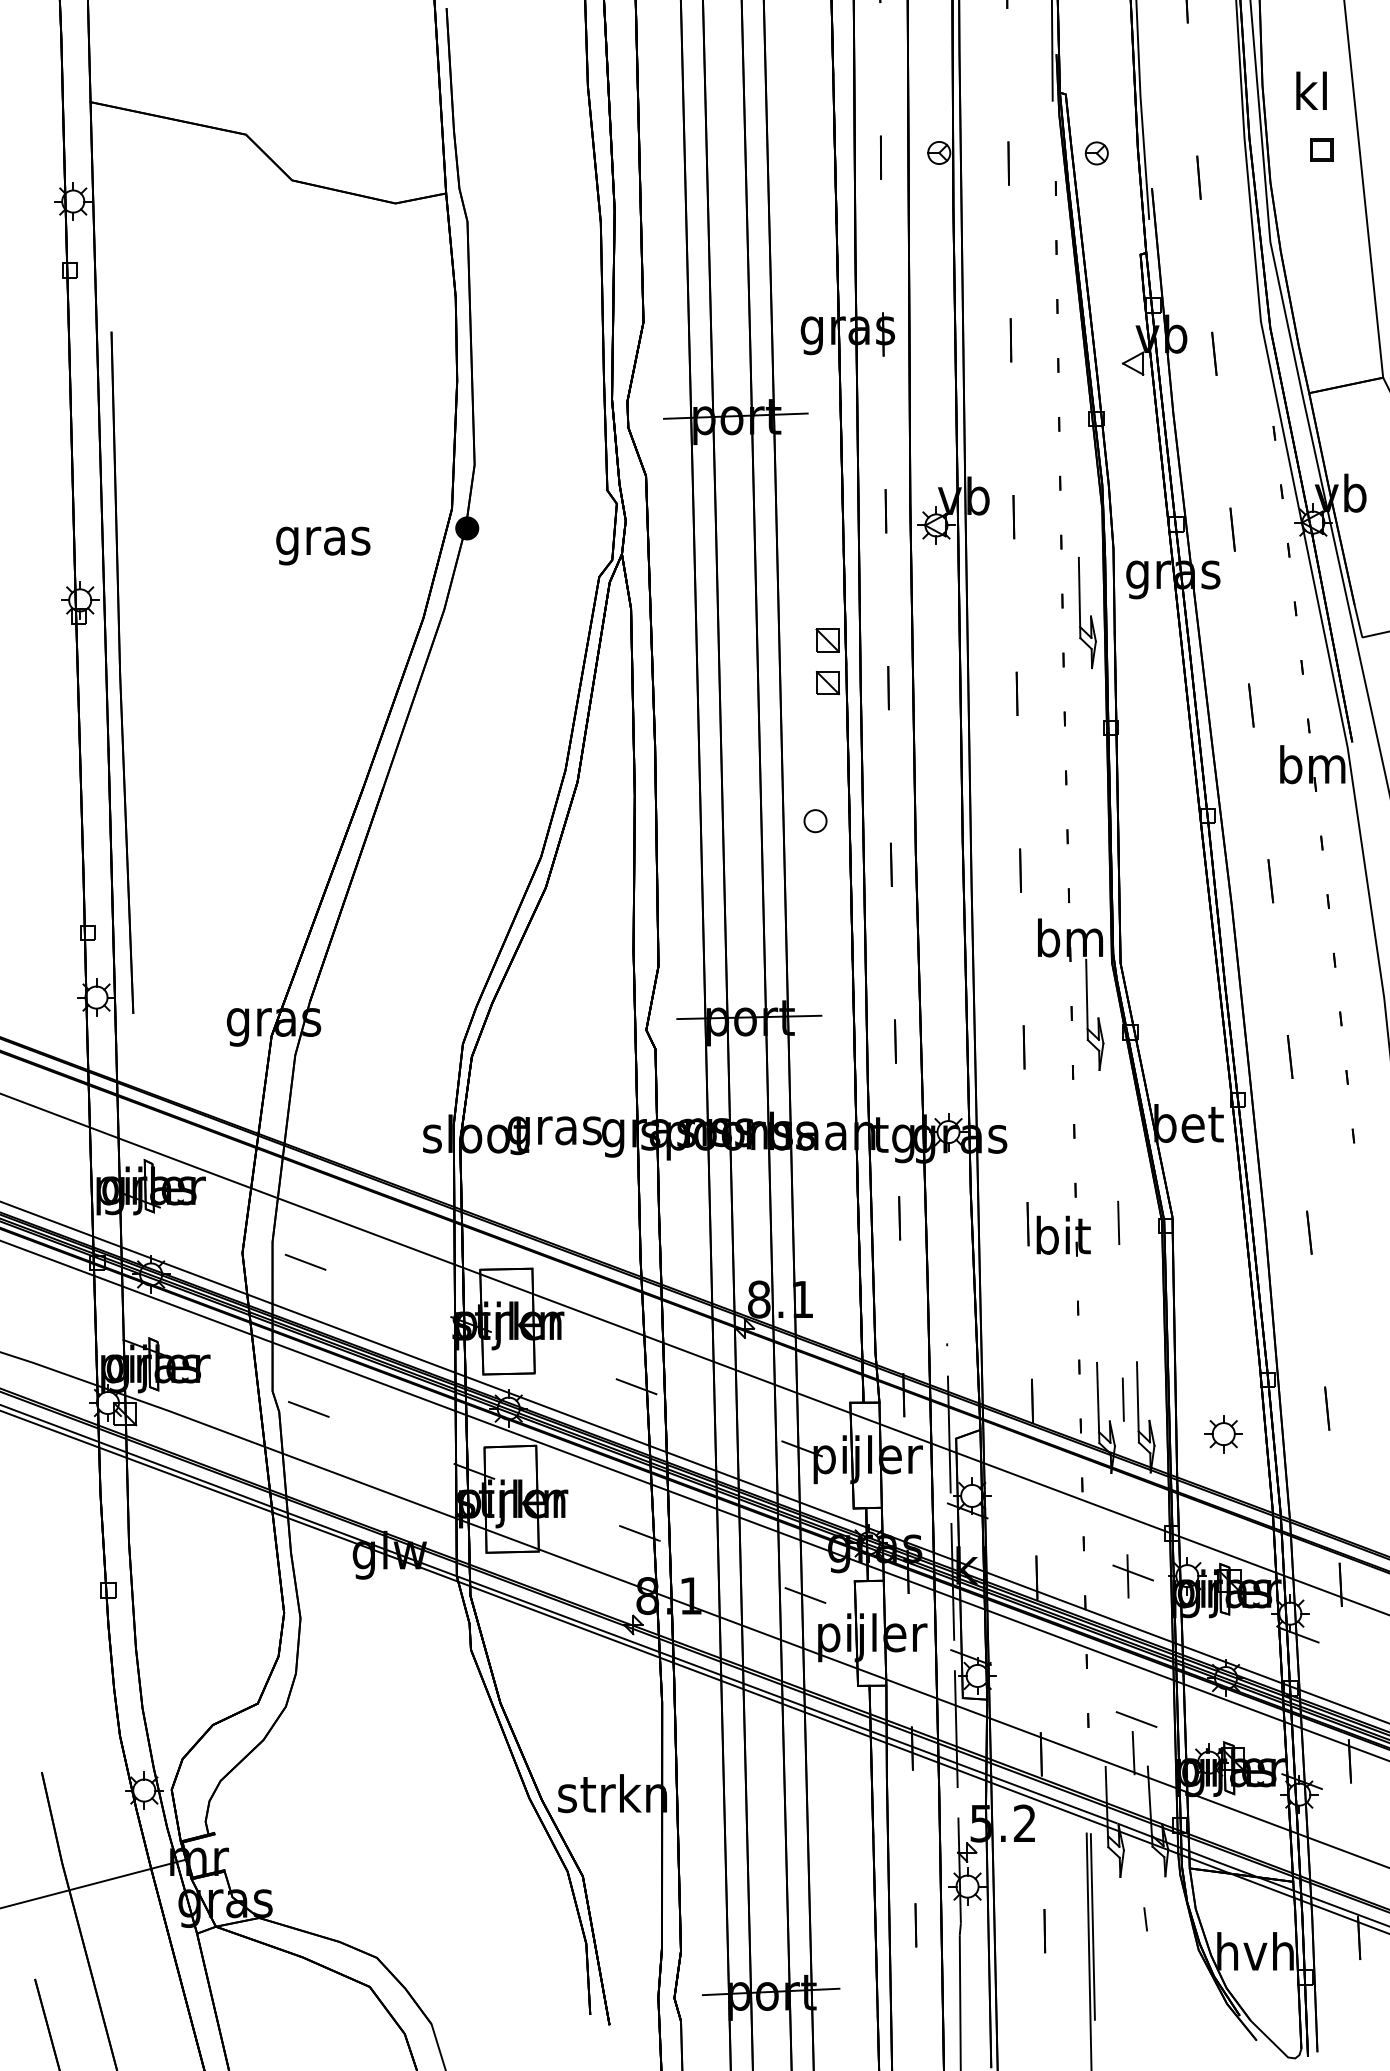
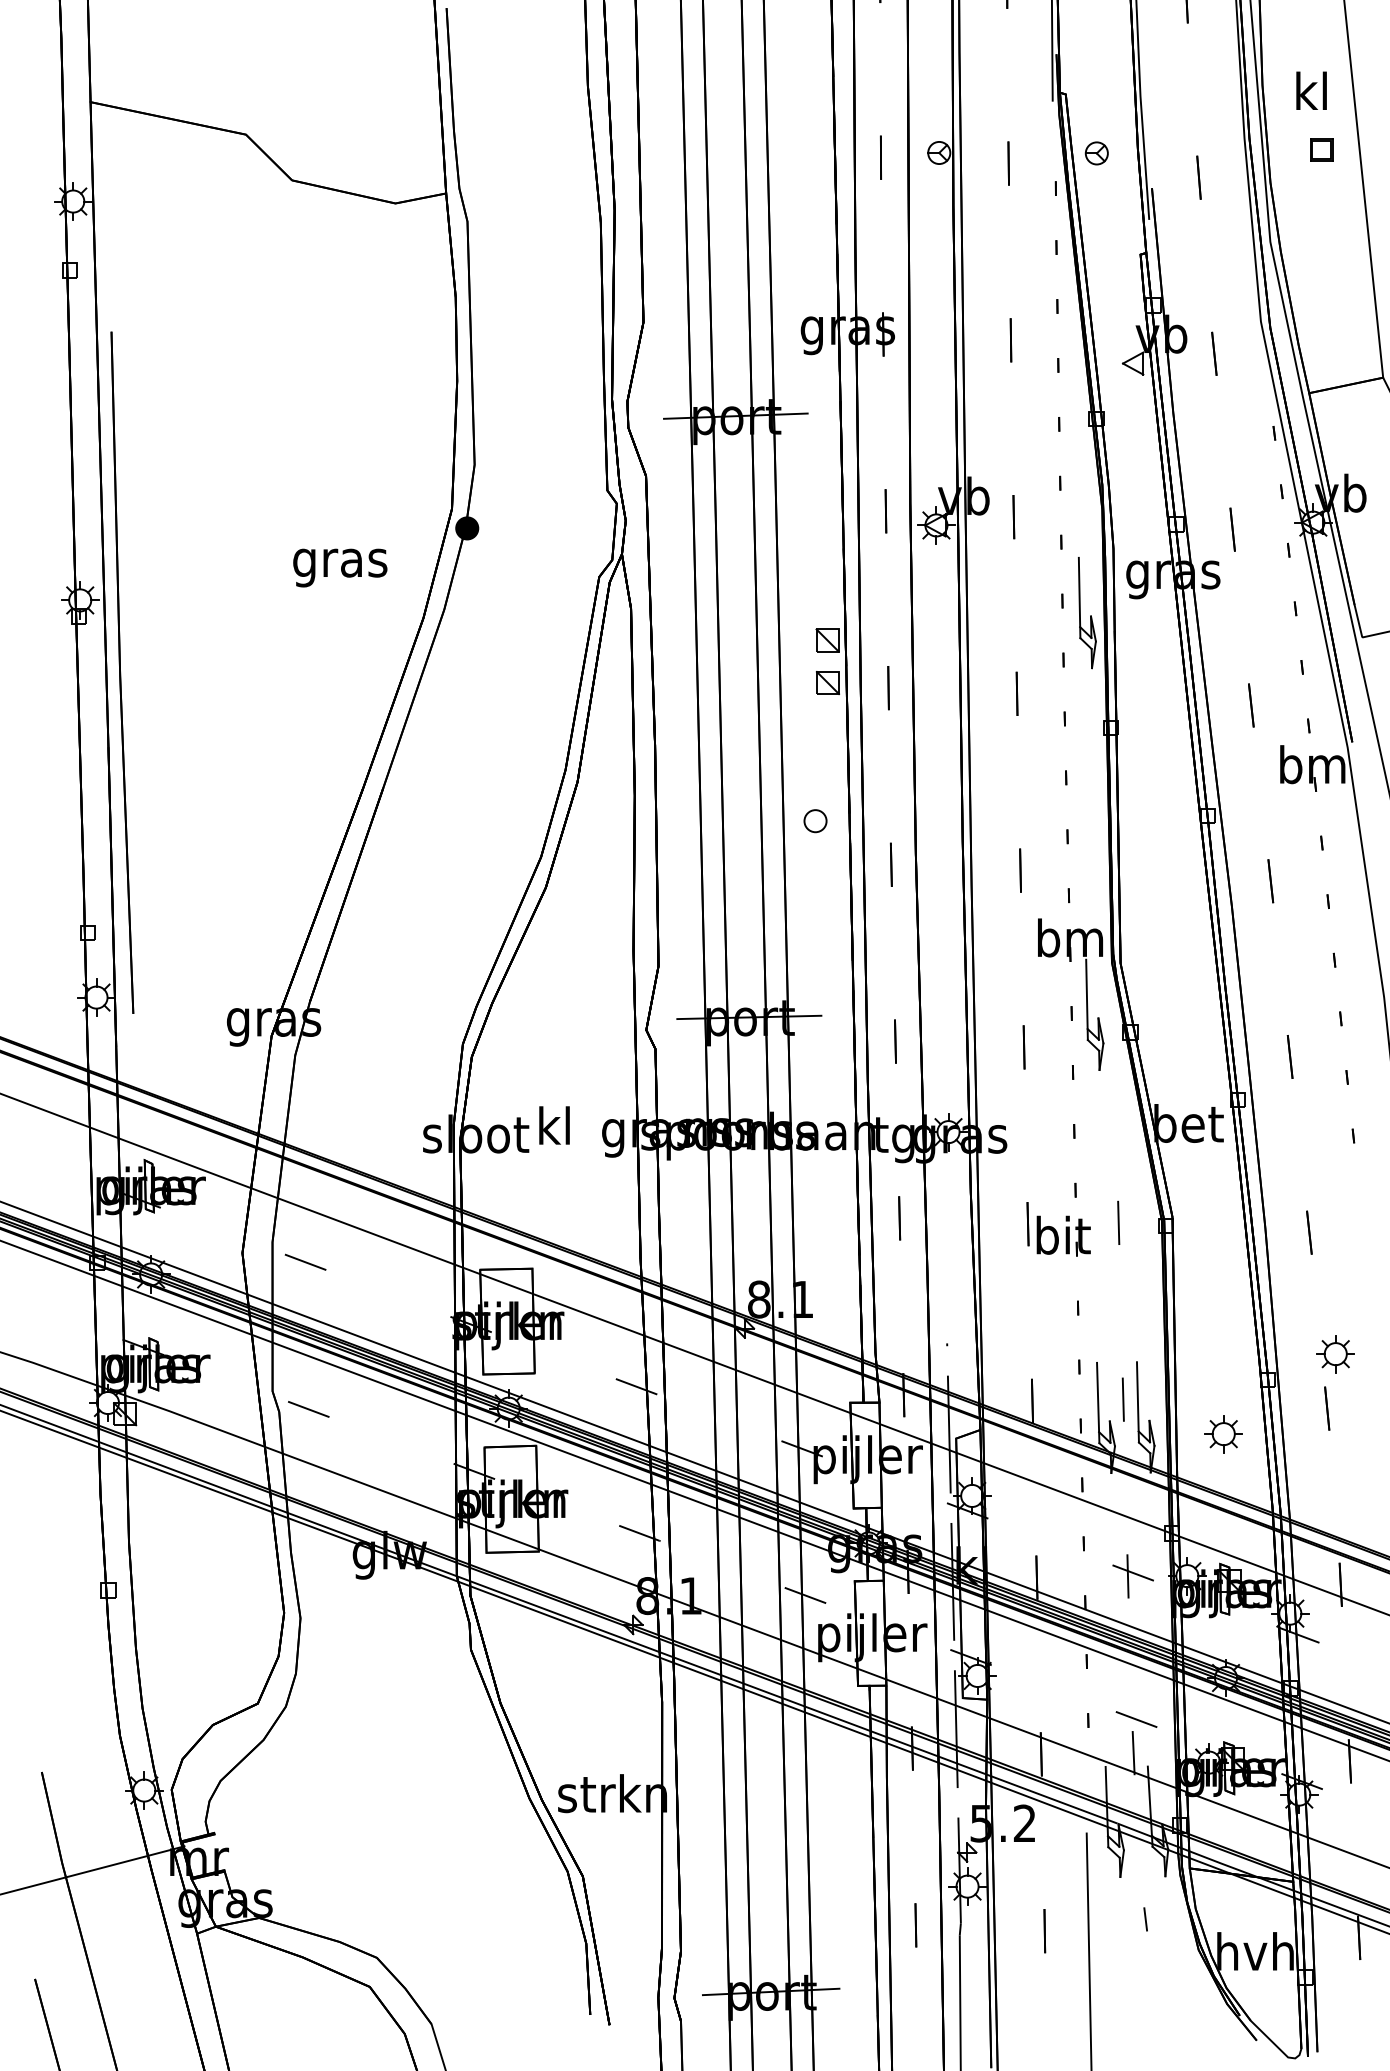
text at (323, 545) position: (323, 545) -> (340, 567)
text at (554, 1130): gras -> kl
part at (1335, 1354): none -> present
line at (94, 1883) position: (94, 1883) -> (93, 1870)
line at (1092, 1926): present -> none
